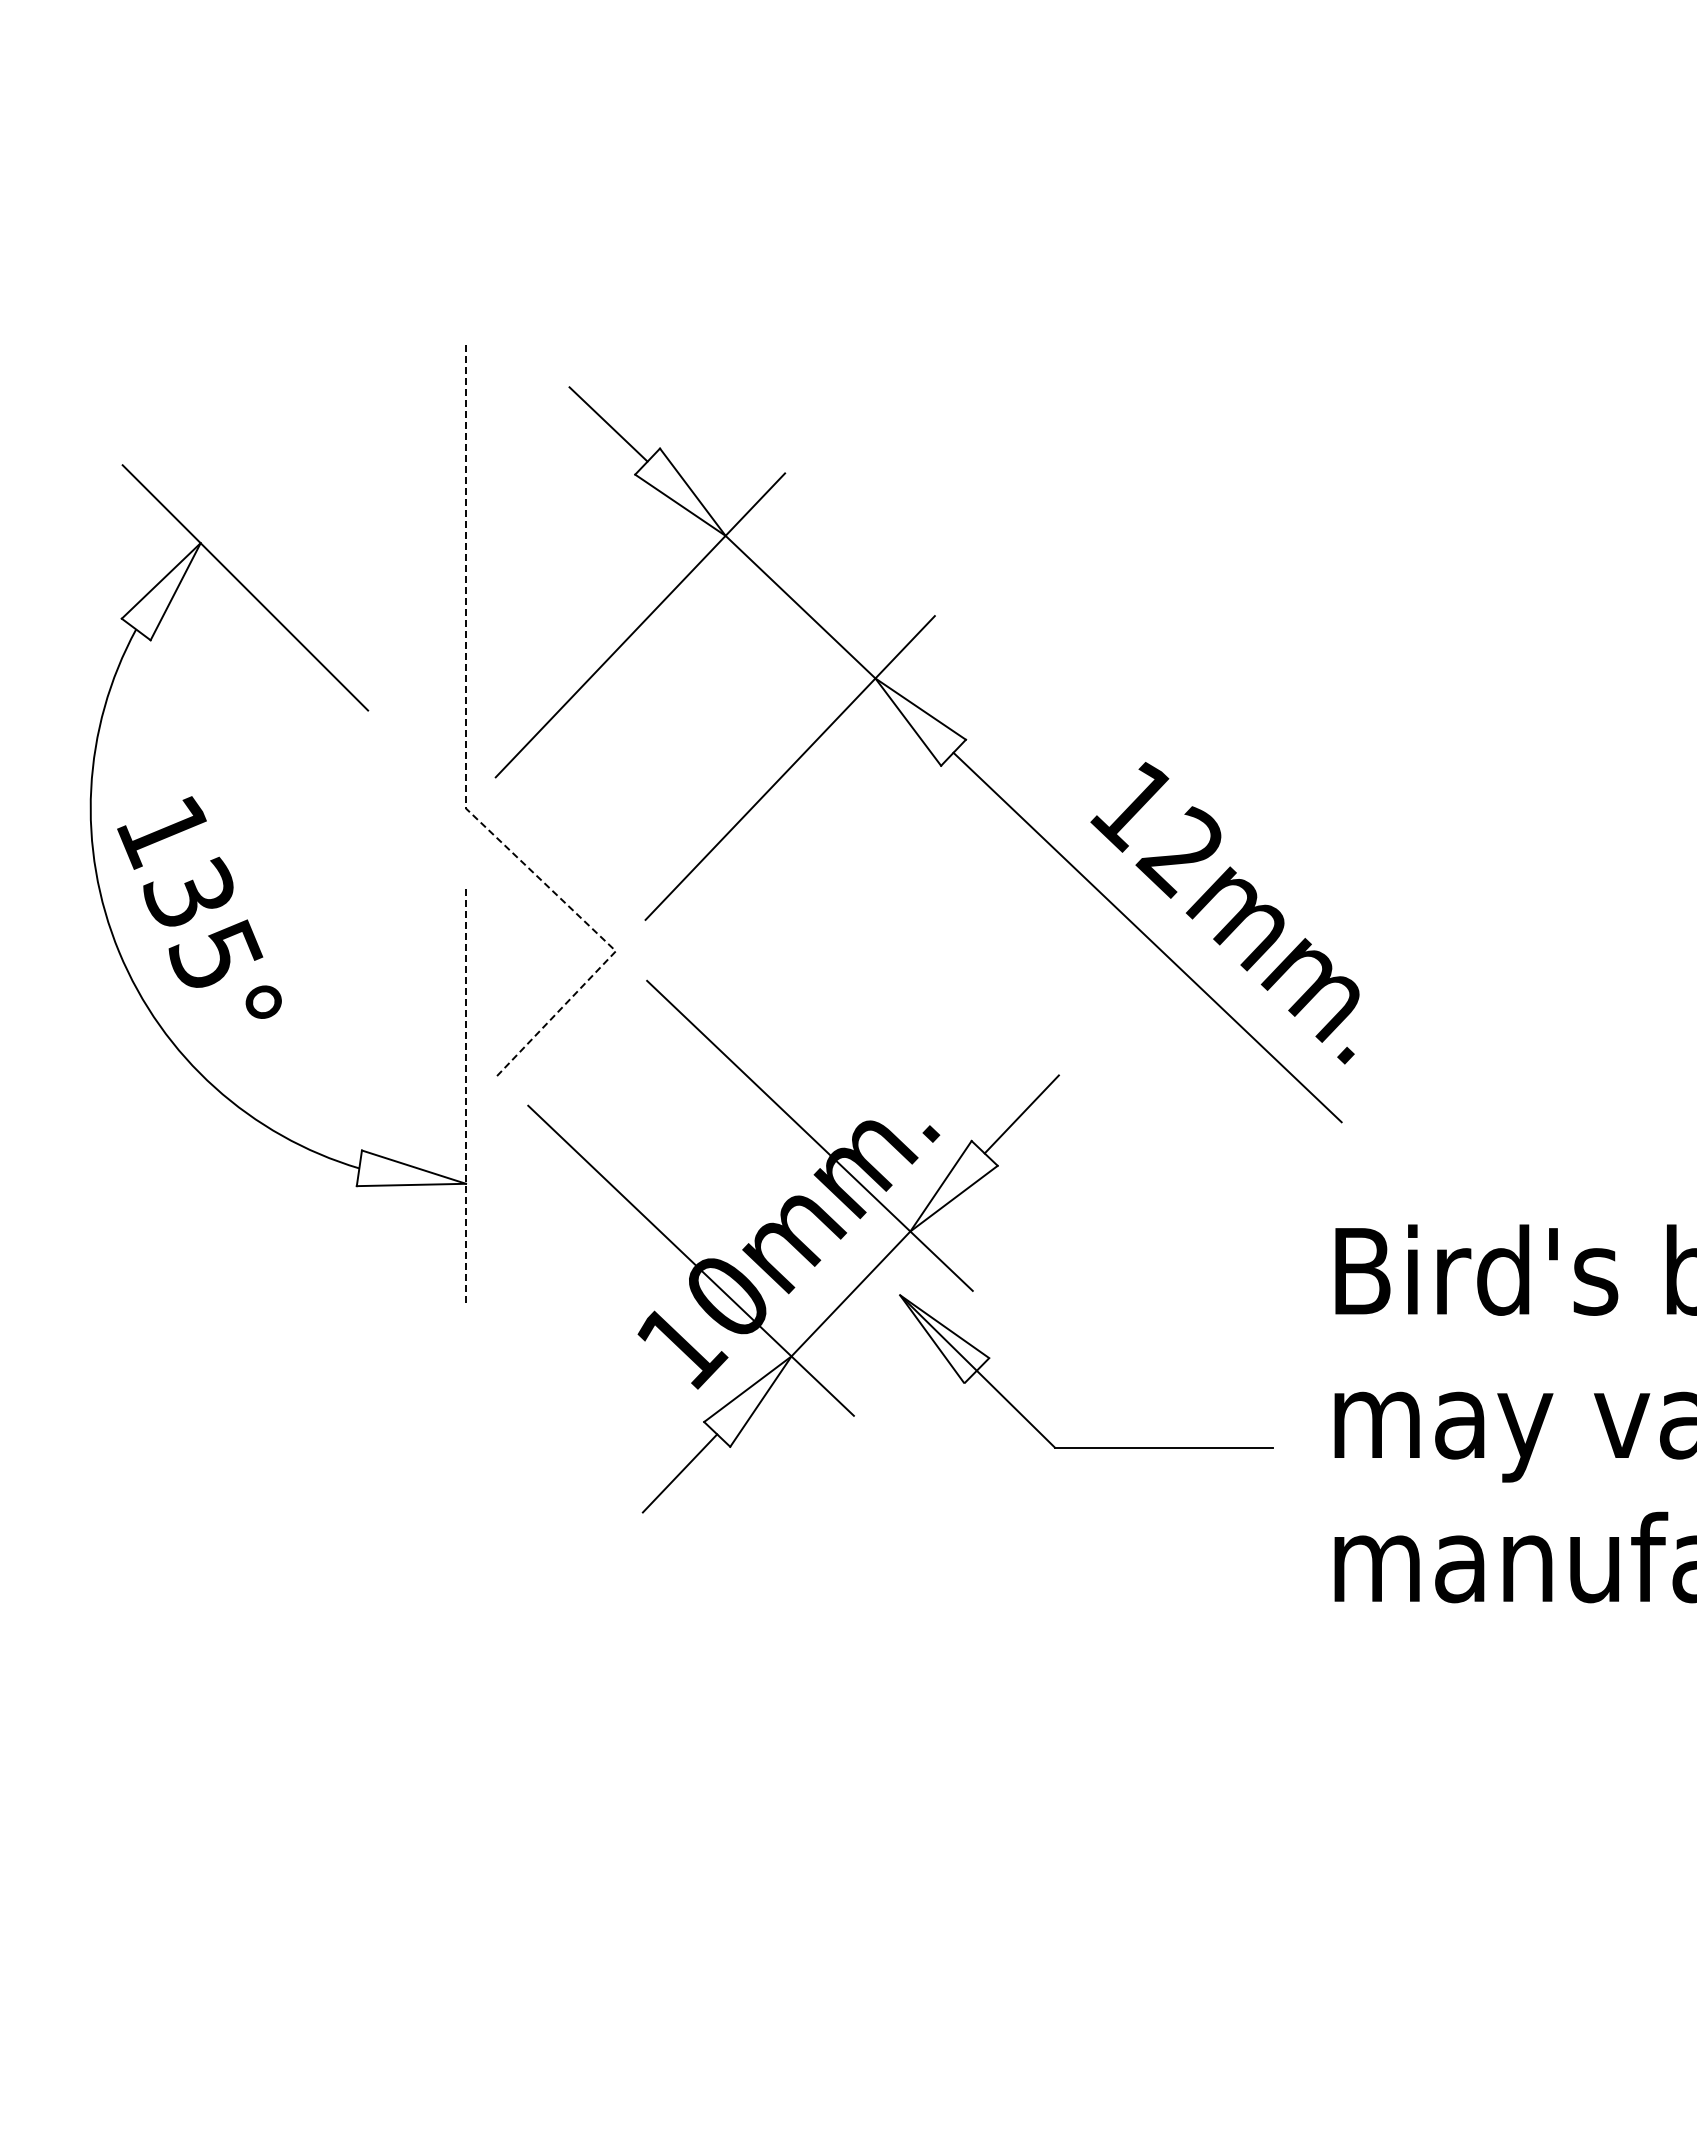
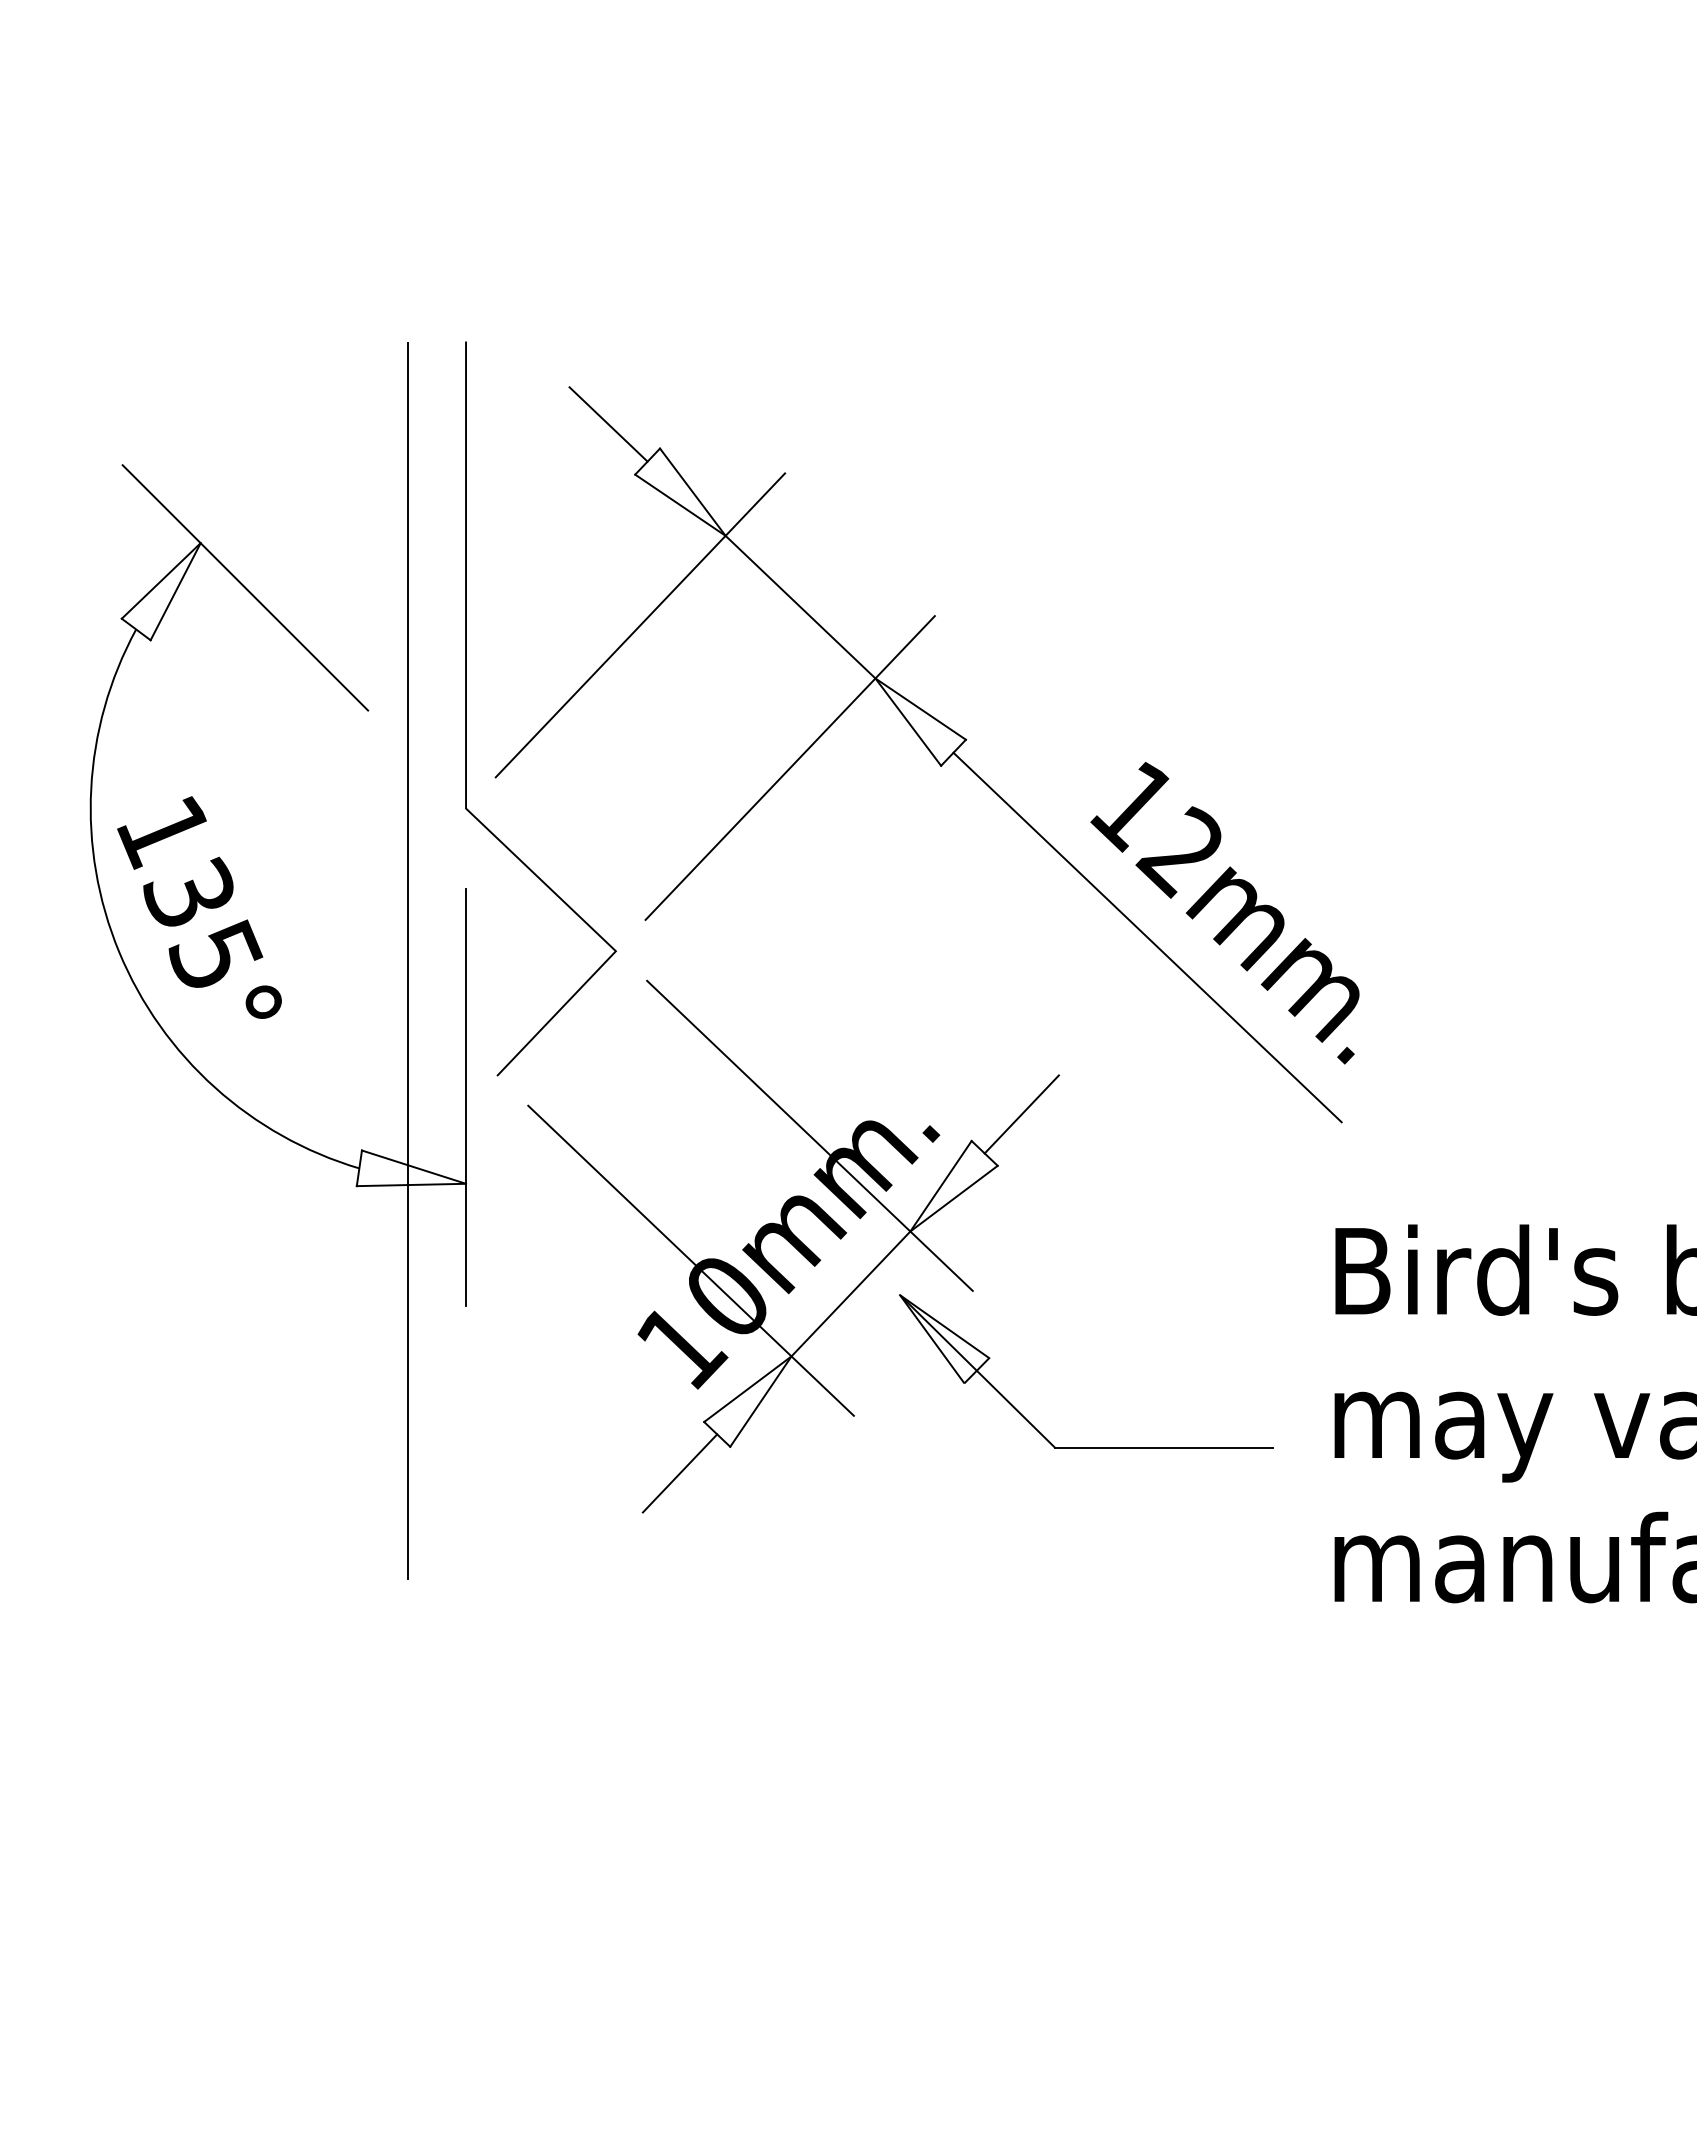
line at (466, 765): dashed -> solid
line at (407, 960): none -> present
line at (466, 1097): dashed -> solid
